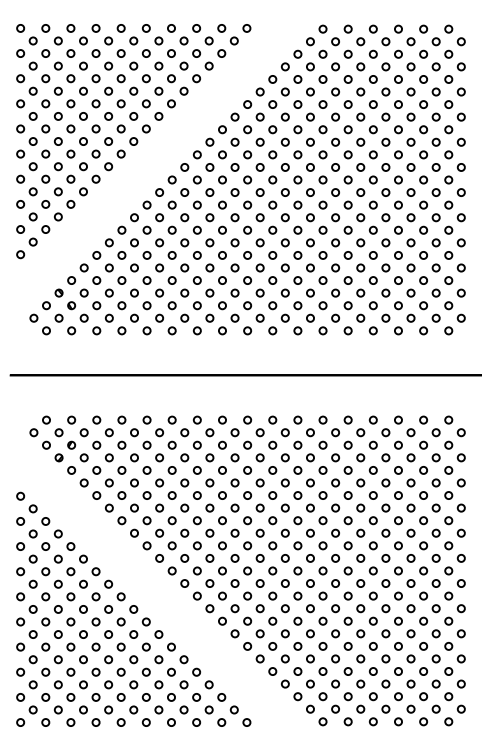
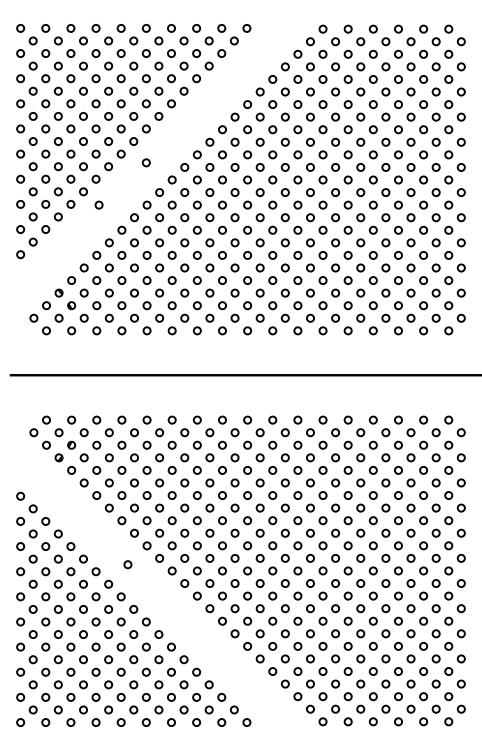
circle at (145, 162): none -> present
circle at (98, 204): none -> present
circle at (127, 564): none -> present
